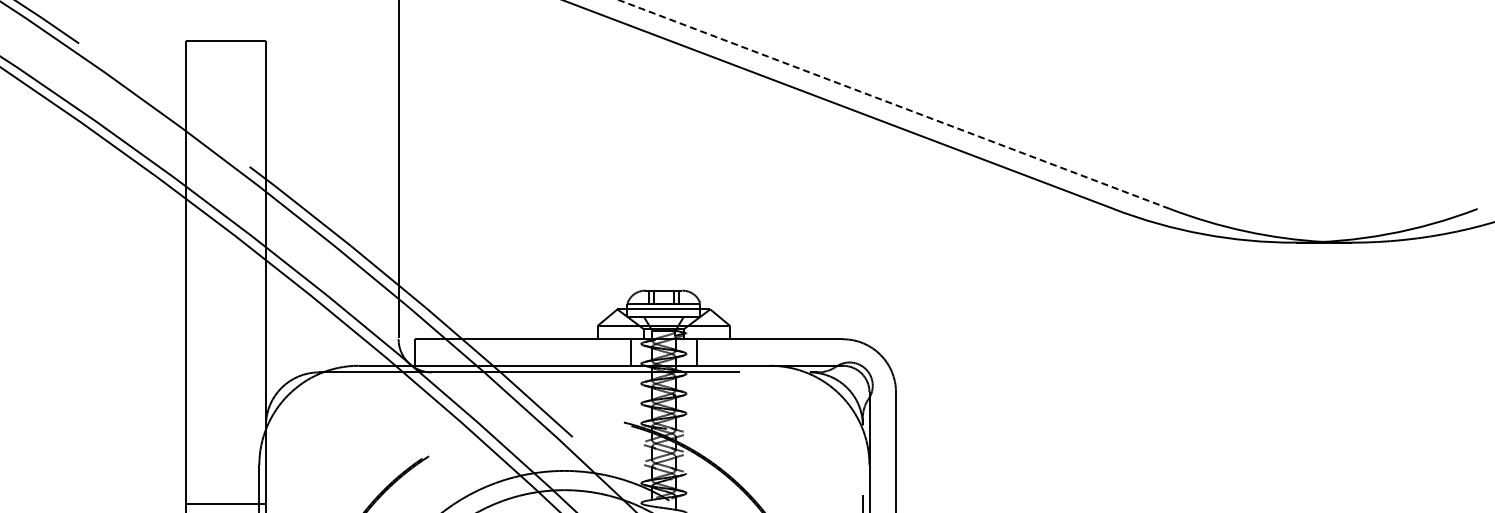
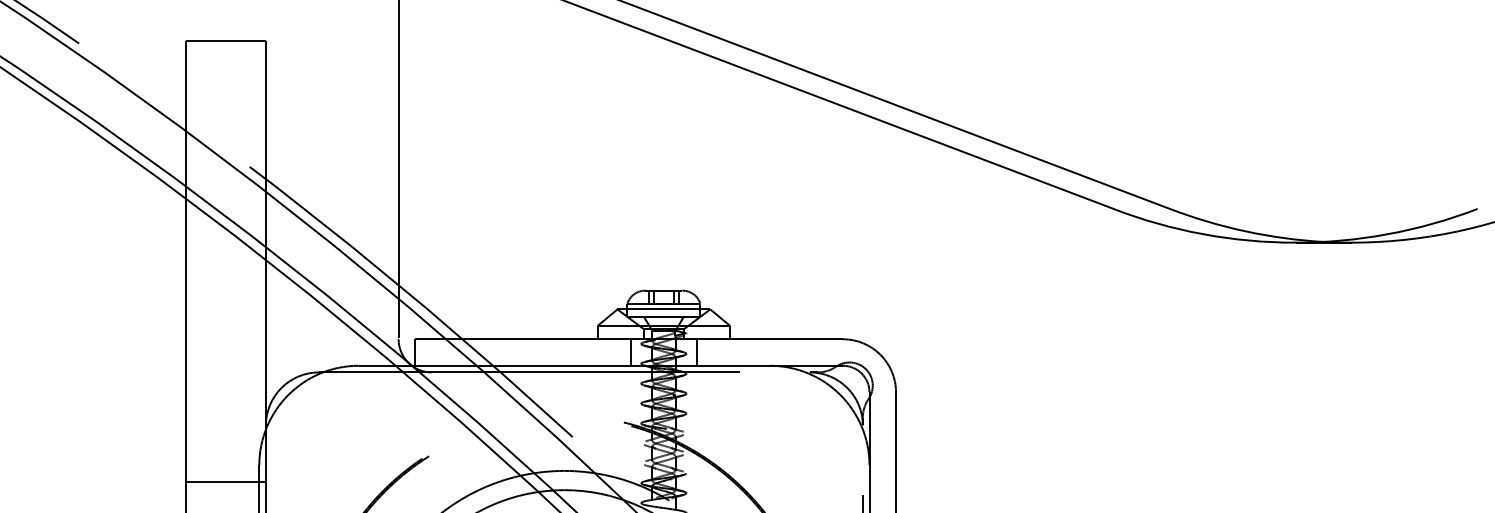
line at (894, 104): dashed -> solid
line at (225, 503) position: (225, 503) -> (225, 481)
